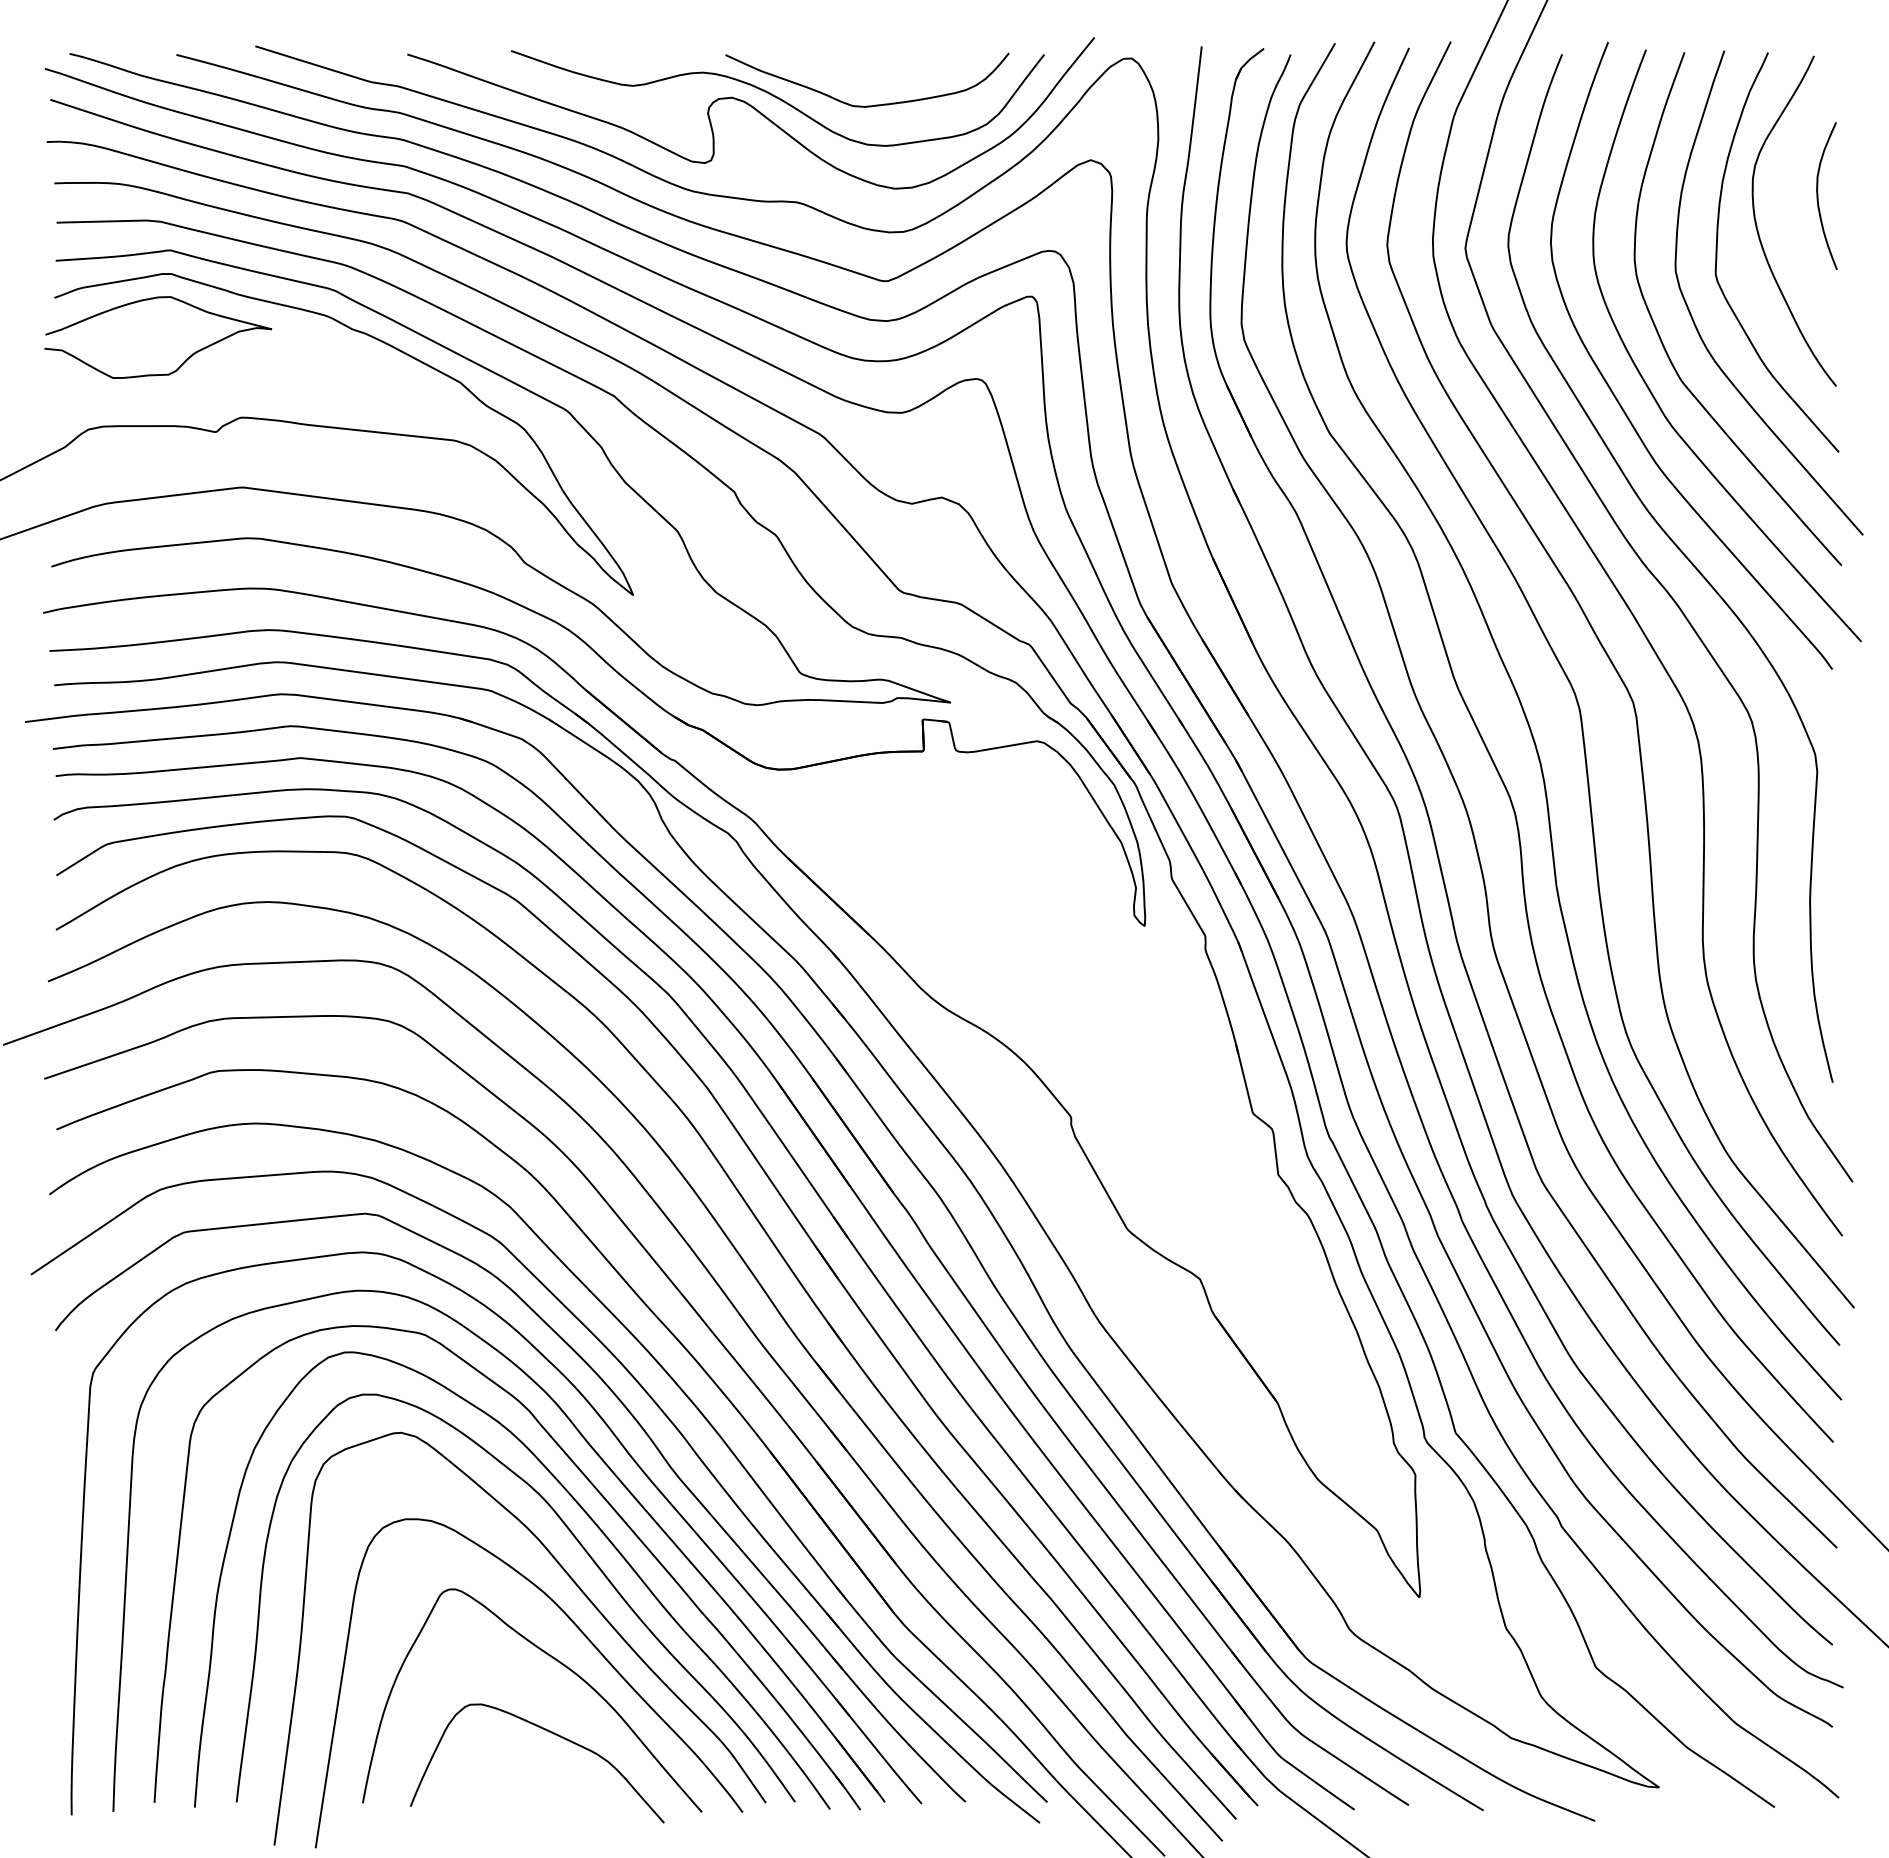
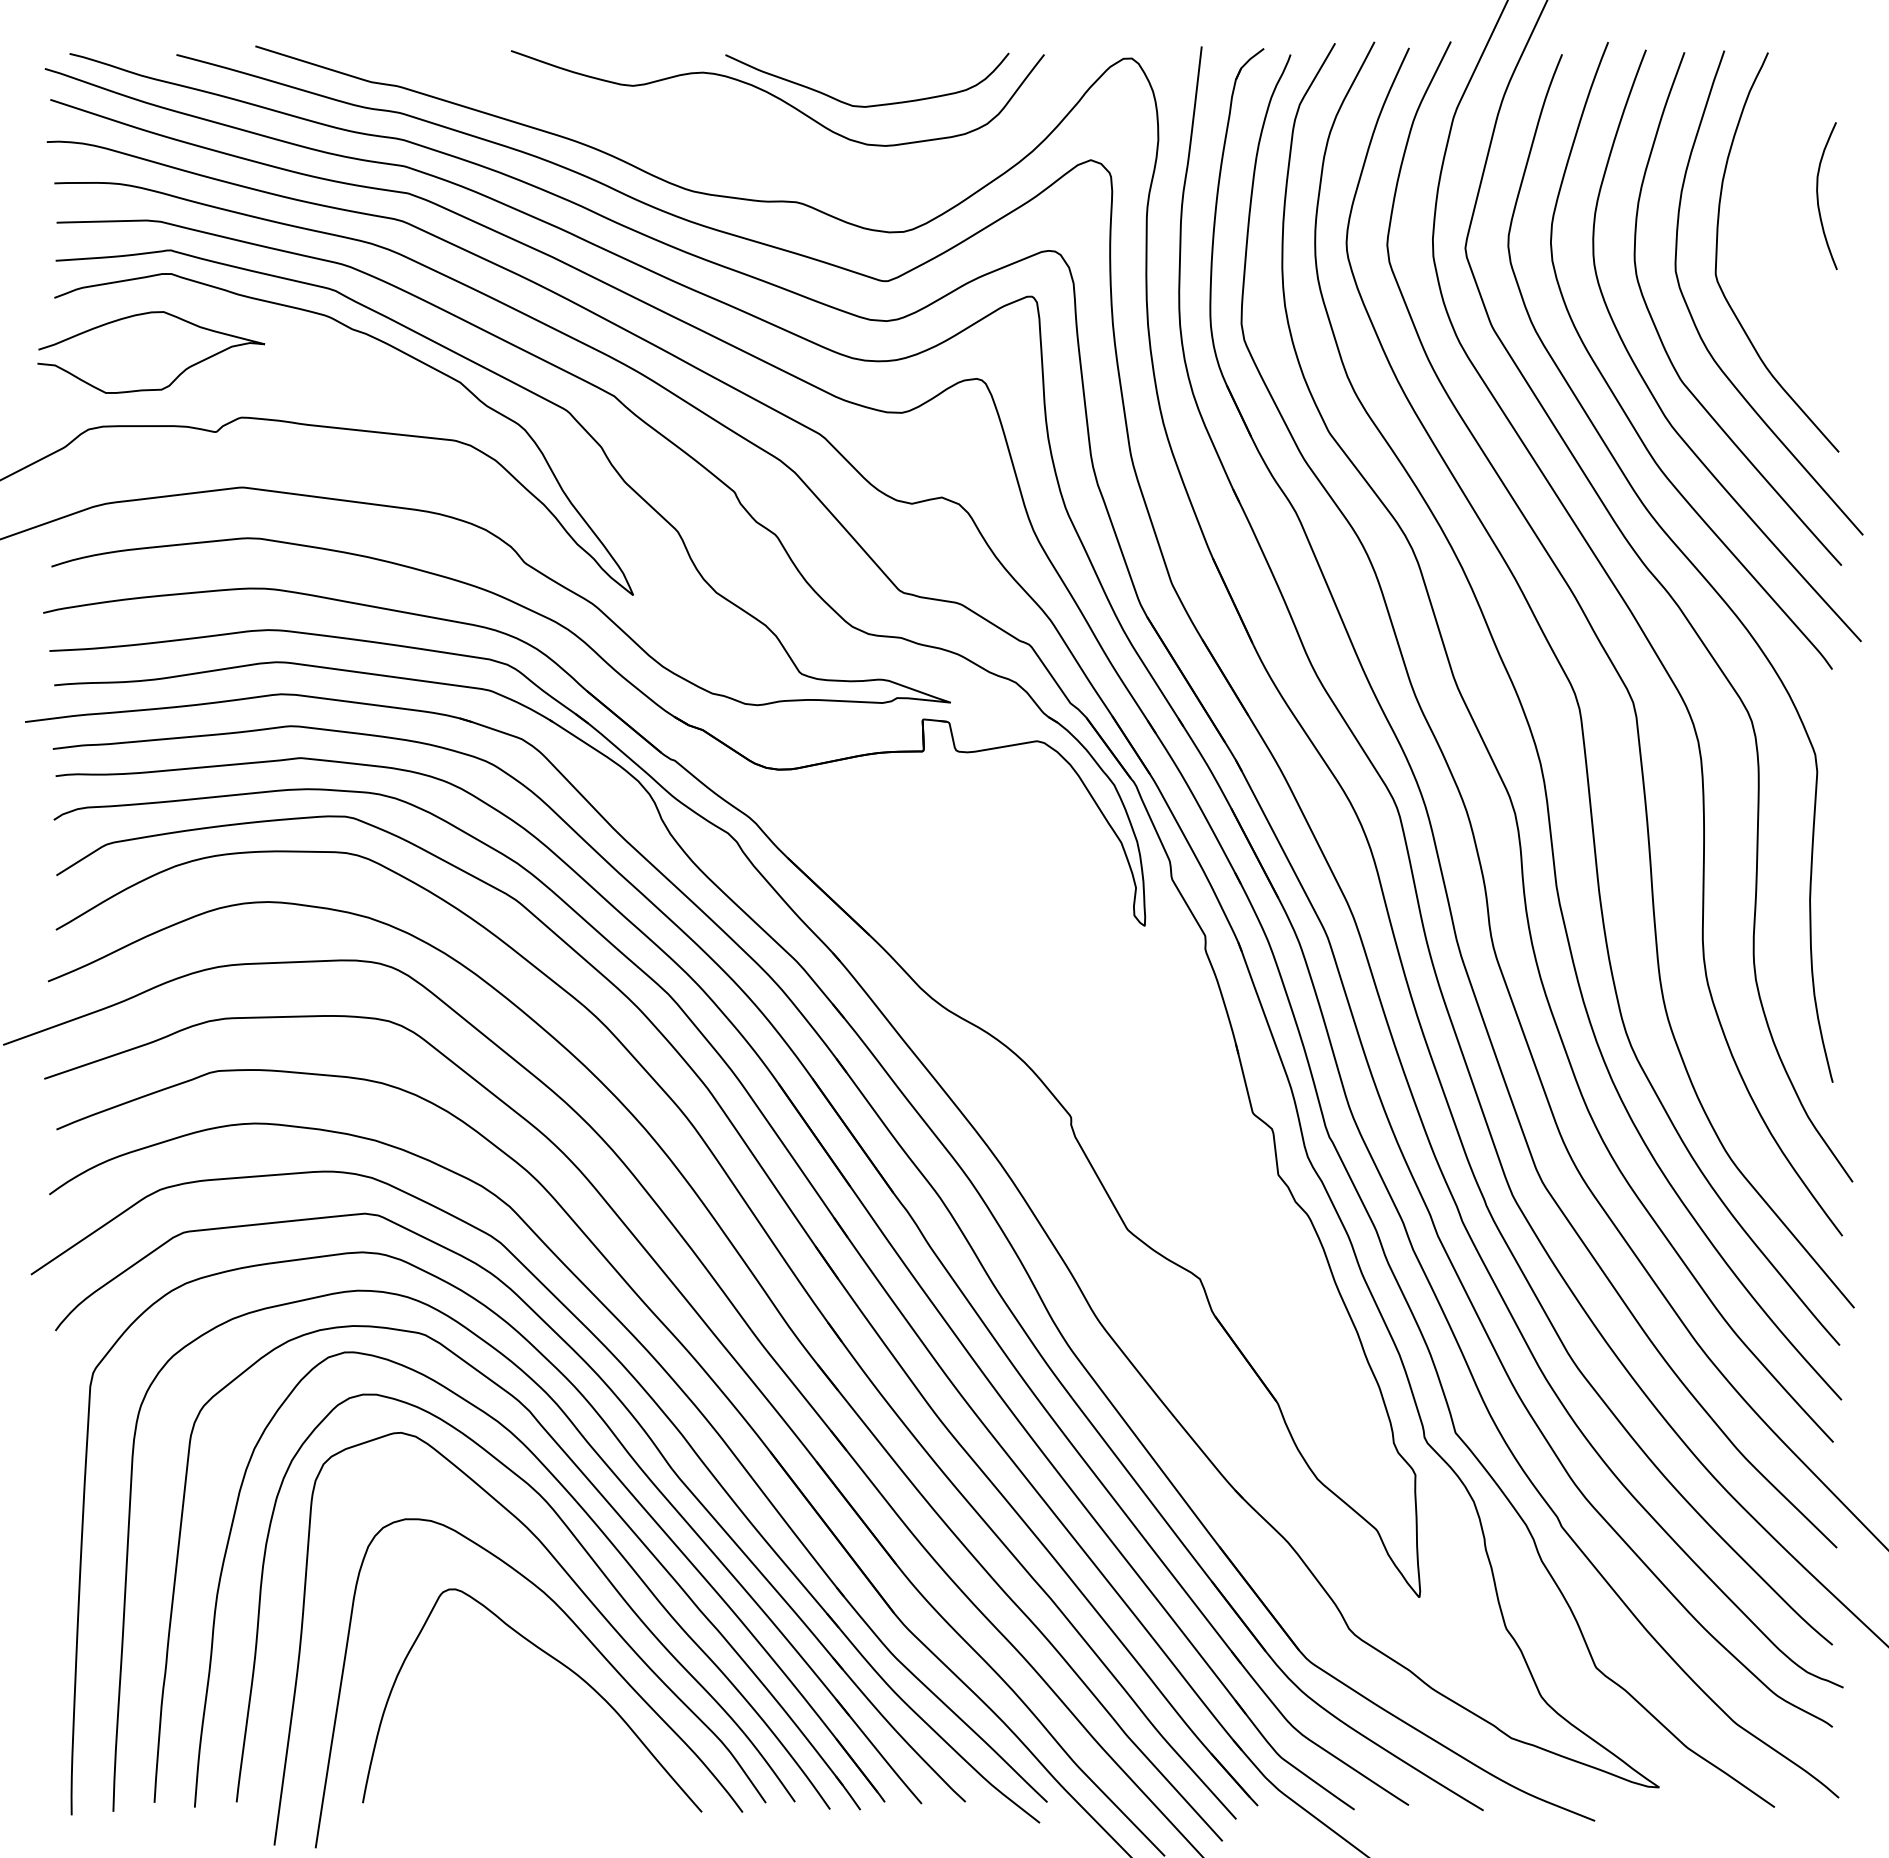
curve at (752, 108): present -> none
curve at (1758, 229): present -> none
curve at (183, 361) position: (183, 361) -> (176, 376)
curve at (551, 1733): present -> none
